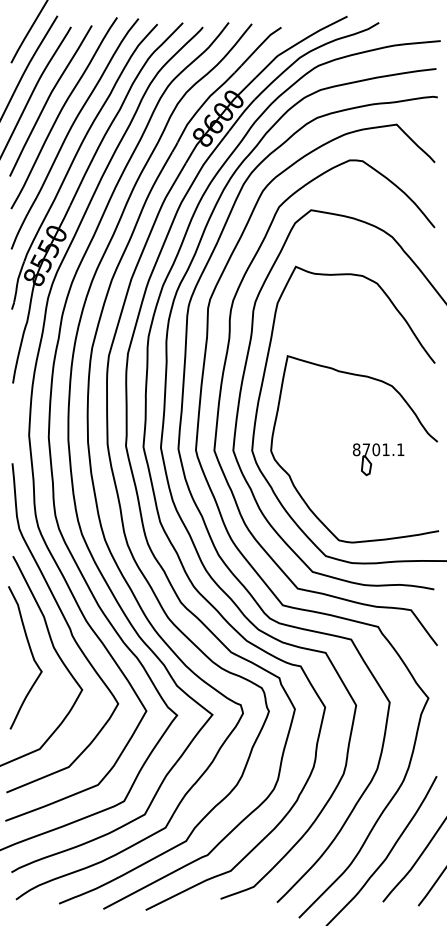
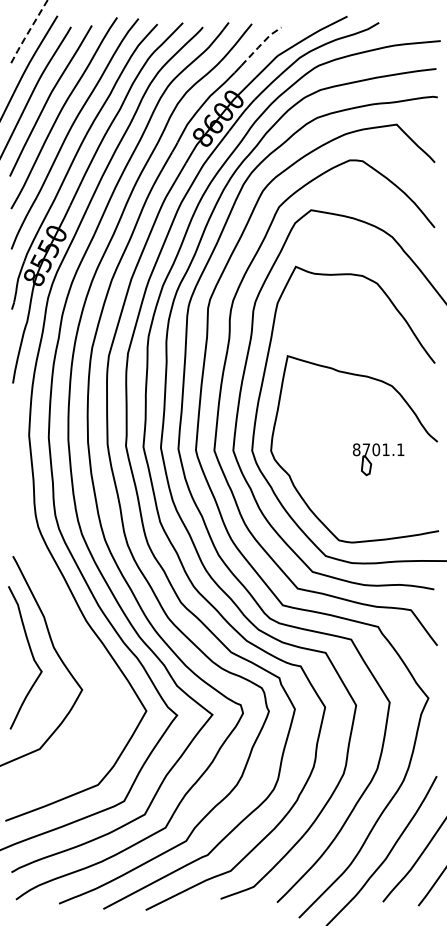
line at (28, 32): solid -> dashed
line at (260, 44): solid -> dashed
curve at (67, 626): present -> none
